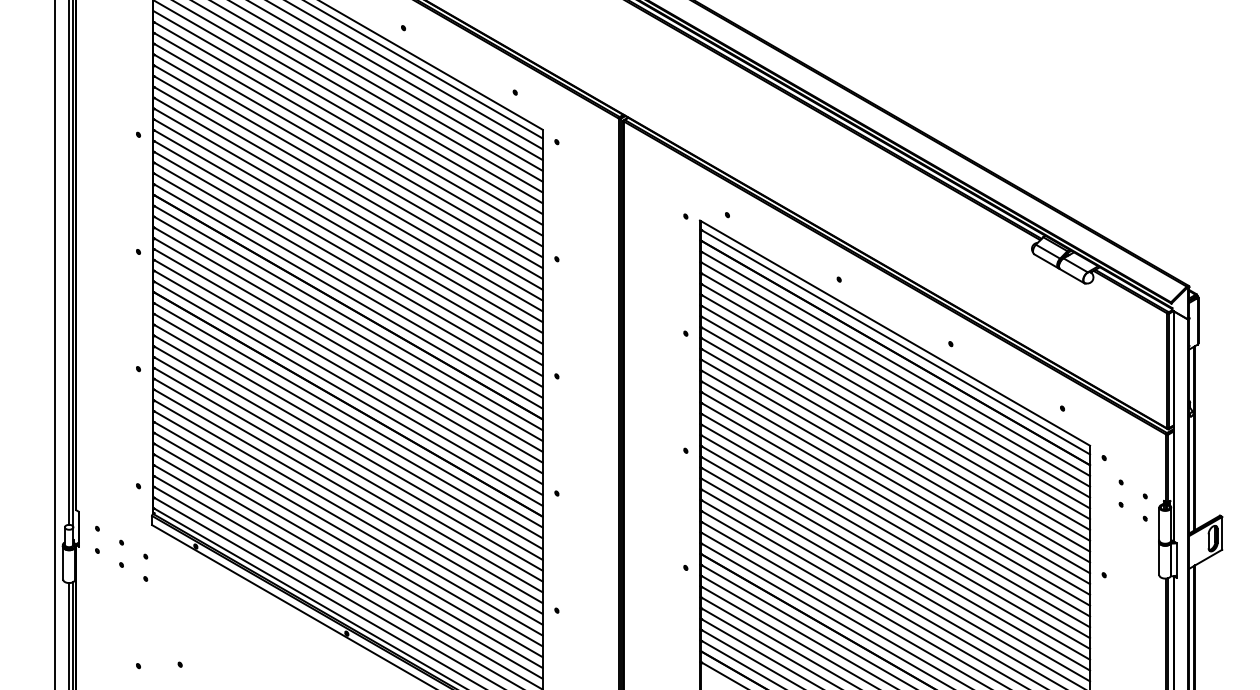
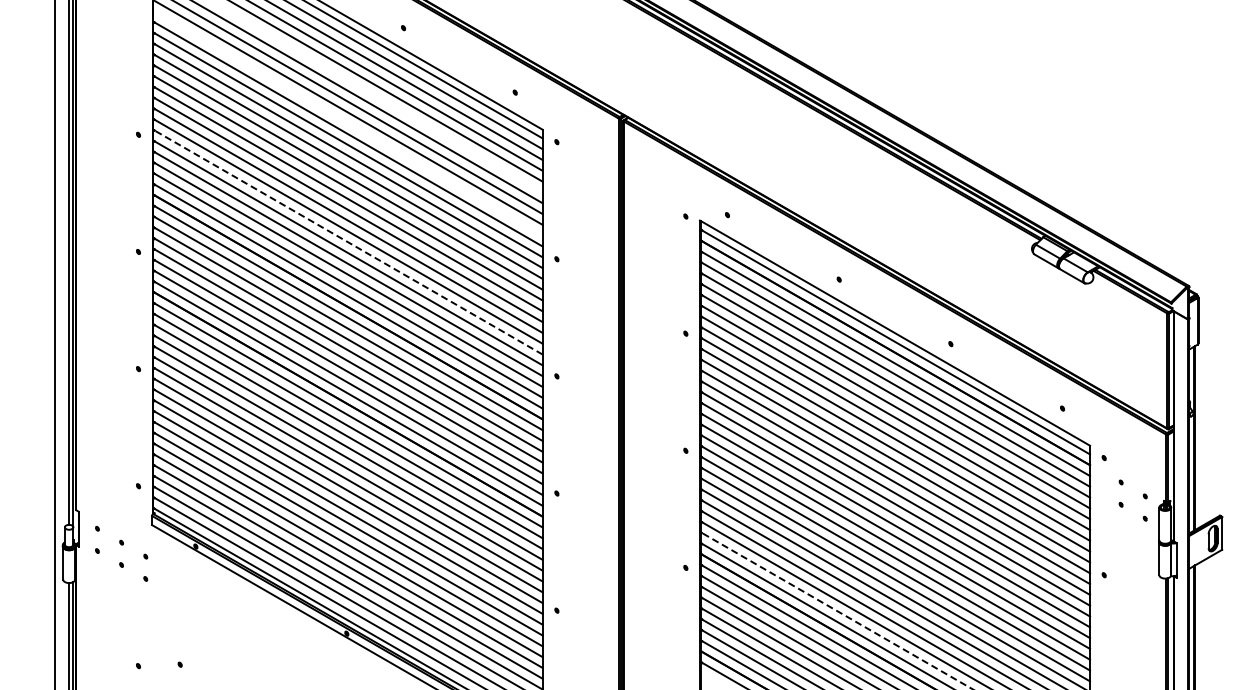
line at (377, 97): present -> none
line at (347, 123): present -> none
line at (348, 242): solid -> dashed
line at (836, 610): solid -> dashed
